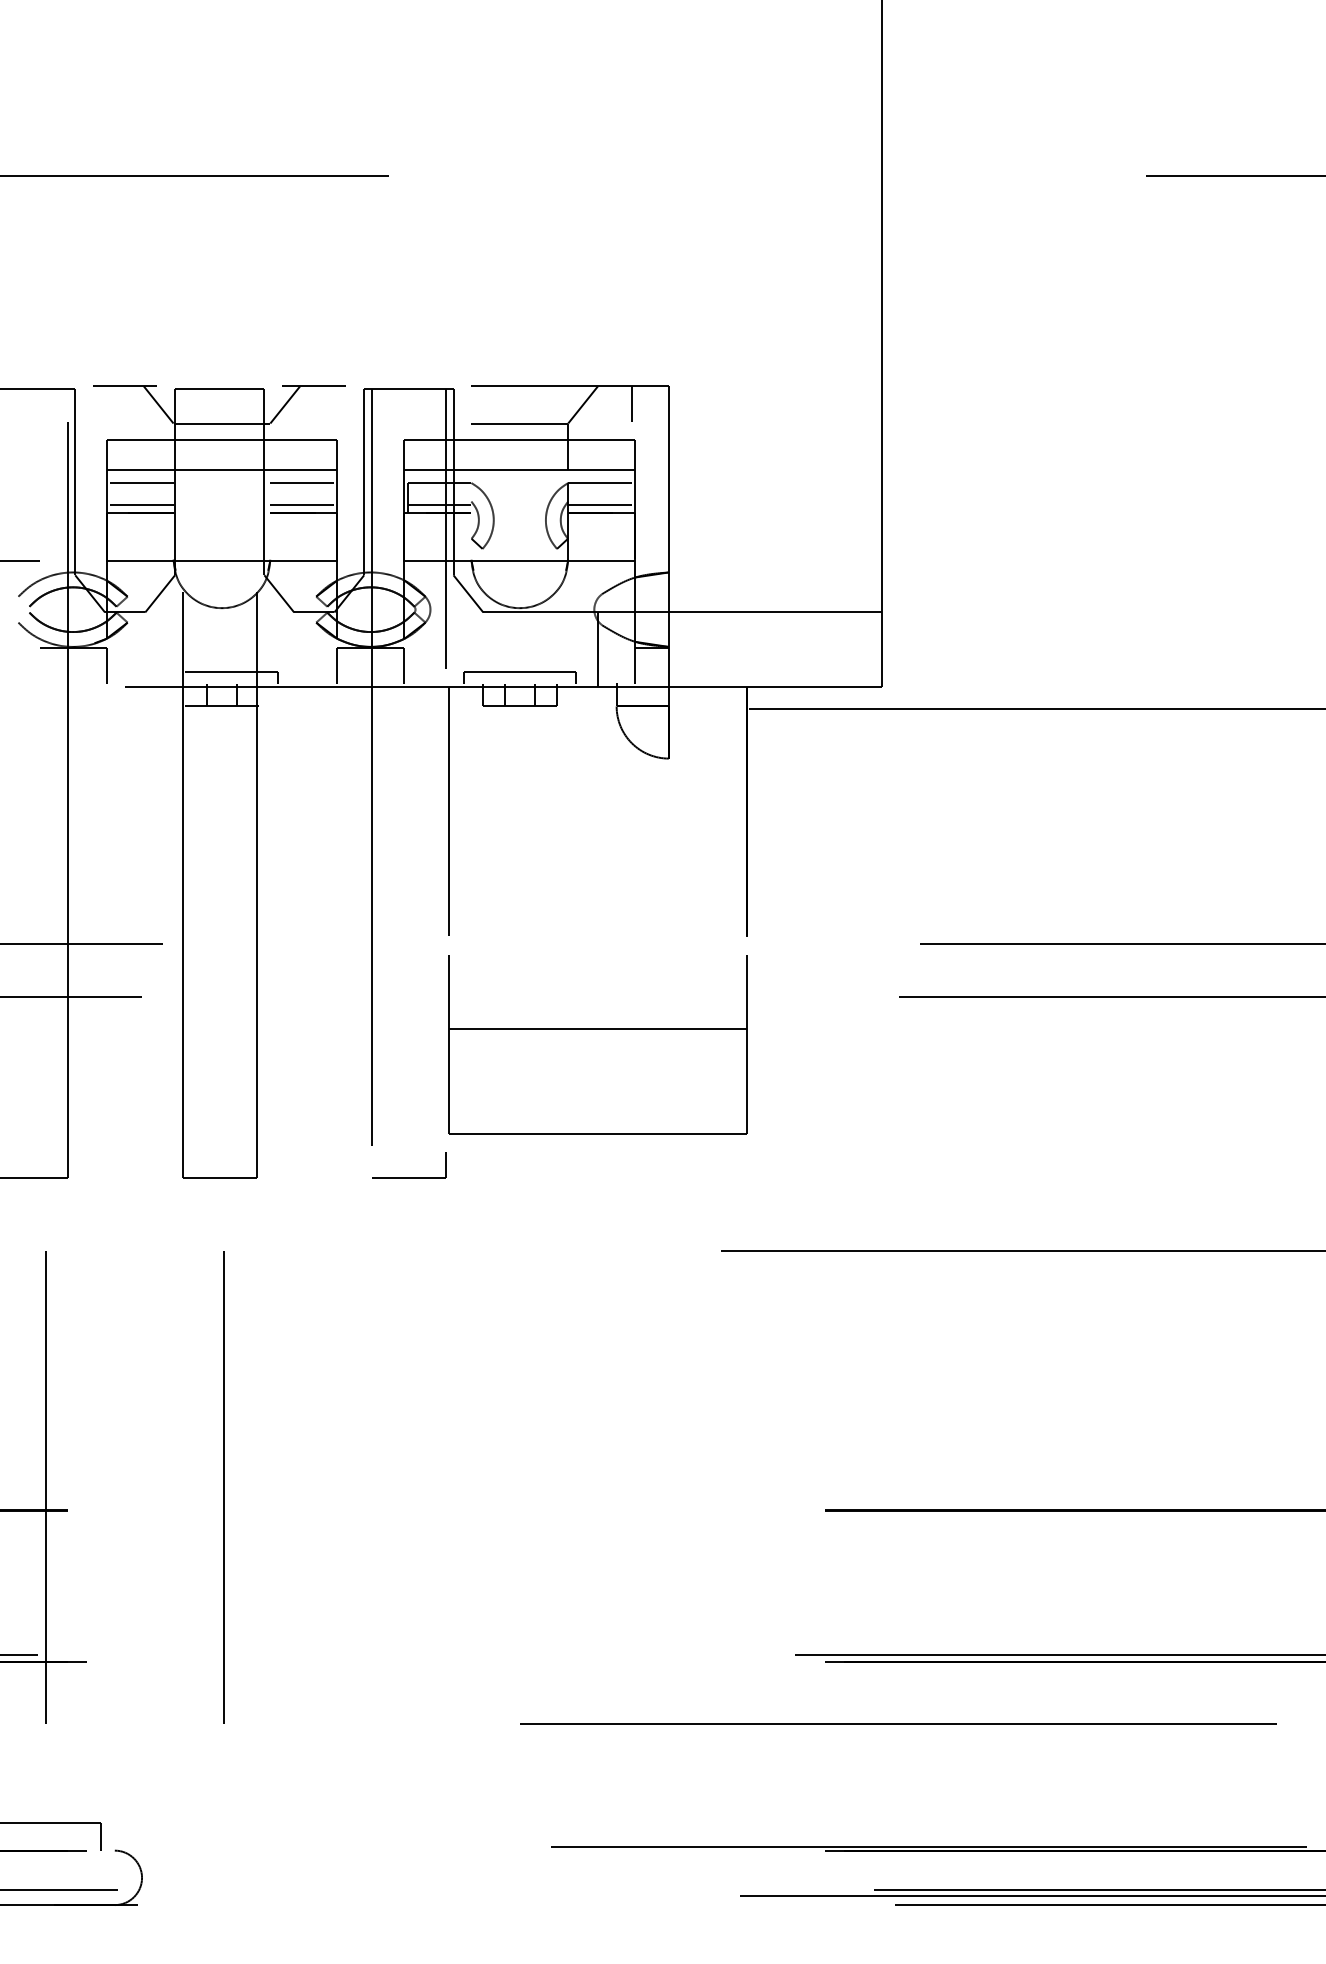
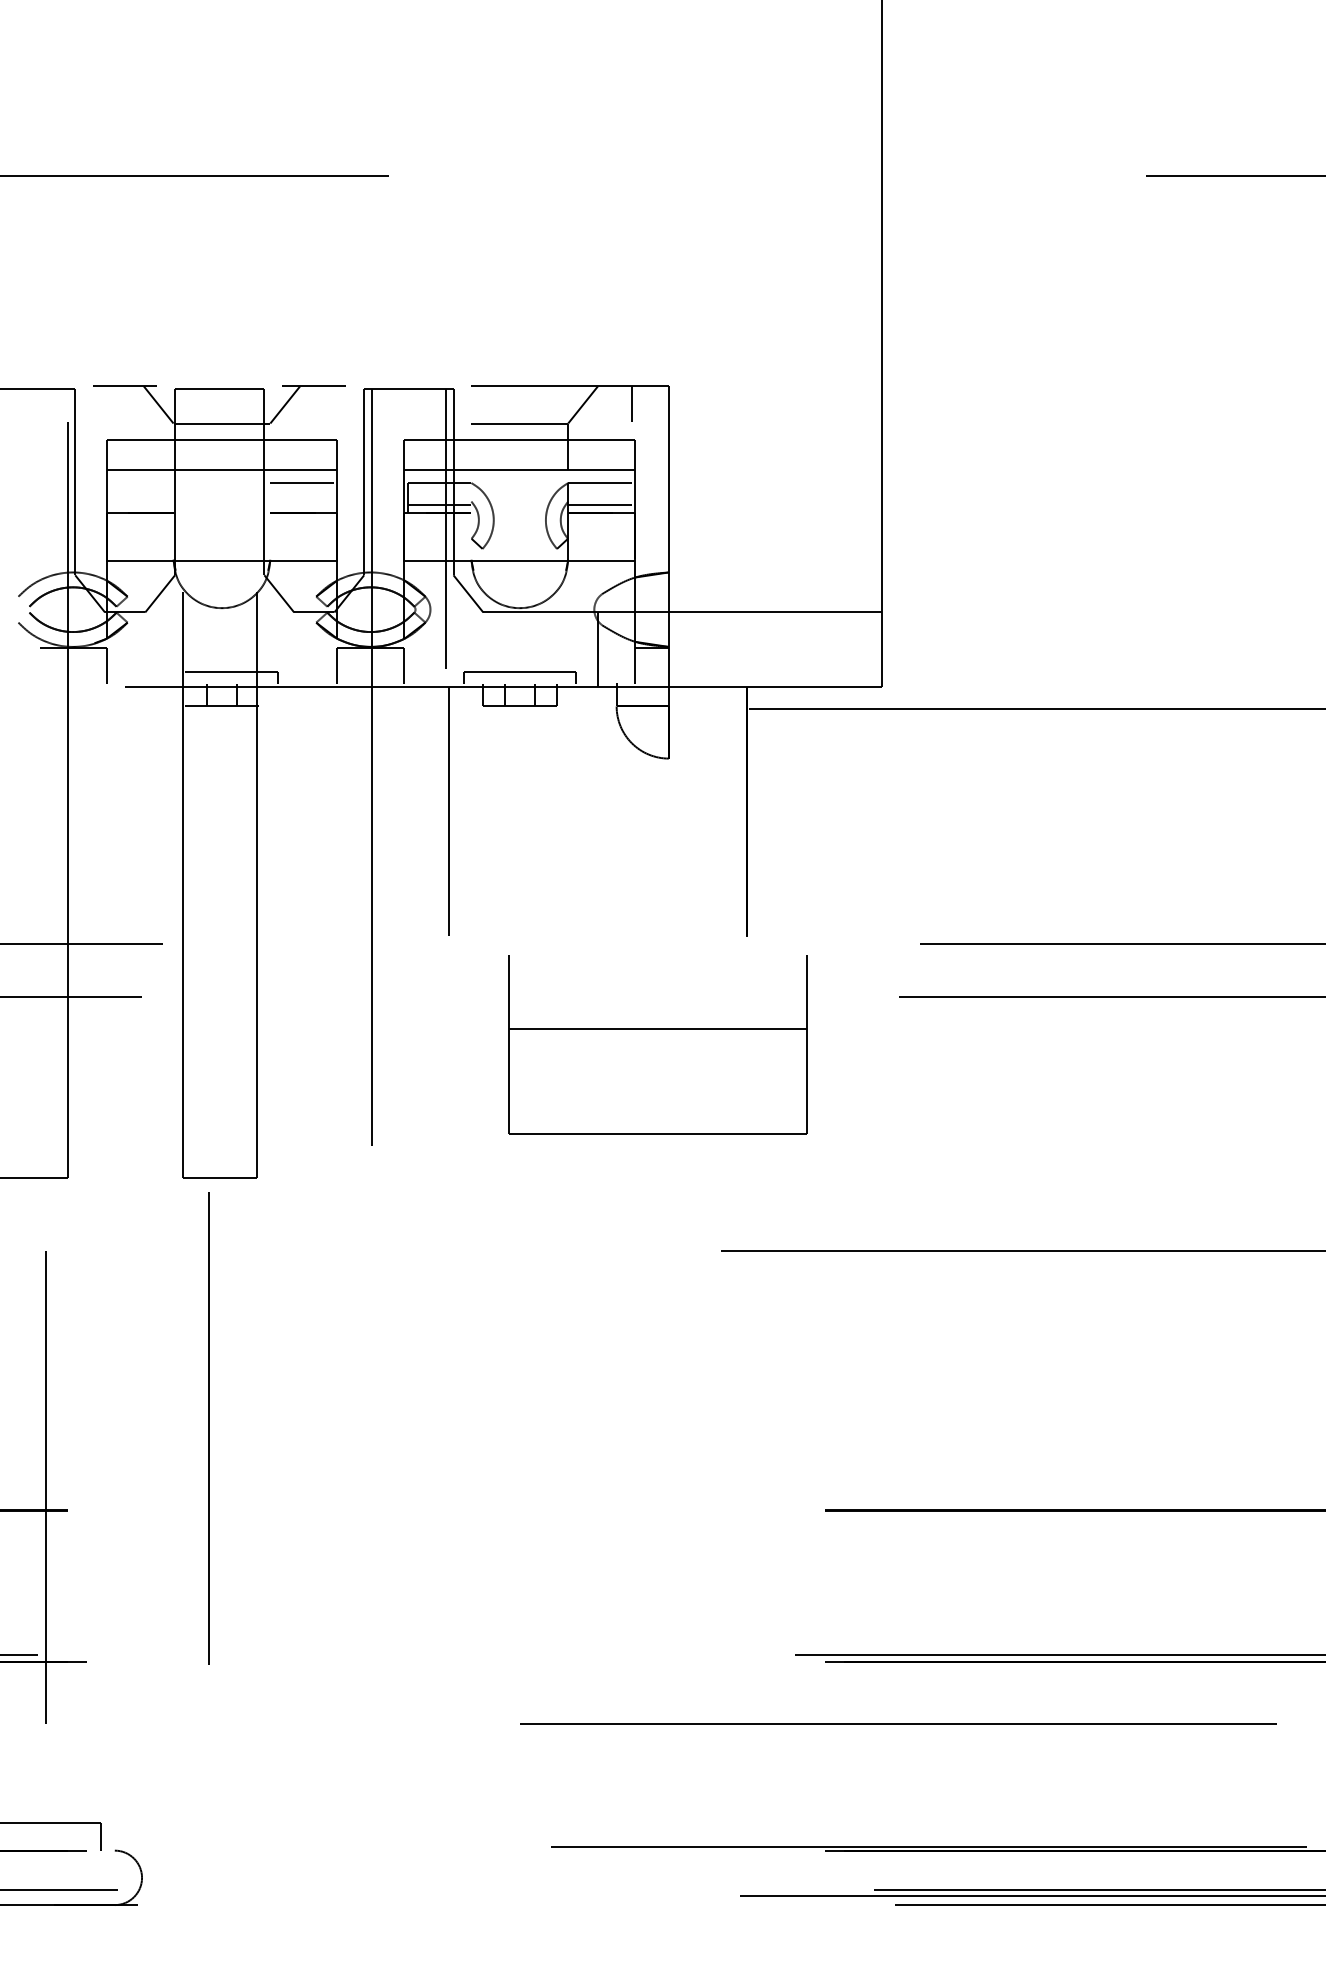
line at (141, 483): present -> none
line at (141, 505): present -> none
line at (301, 505): present -> none
line at (20, 560): present -> none
part at (597, 1044) position: (597, 1044) -> (657, 1044)
part at (409, 1177): present -> none
line at (223, 1487) position: (223, 1487) -> (208, 1428)
